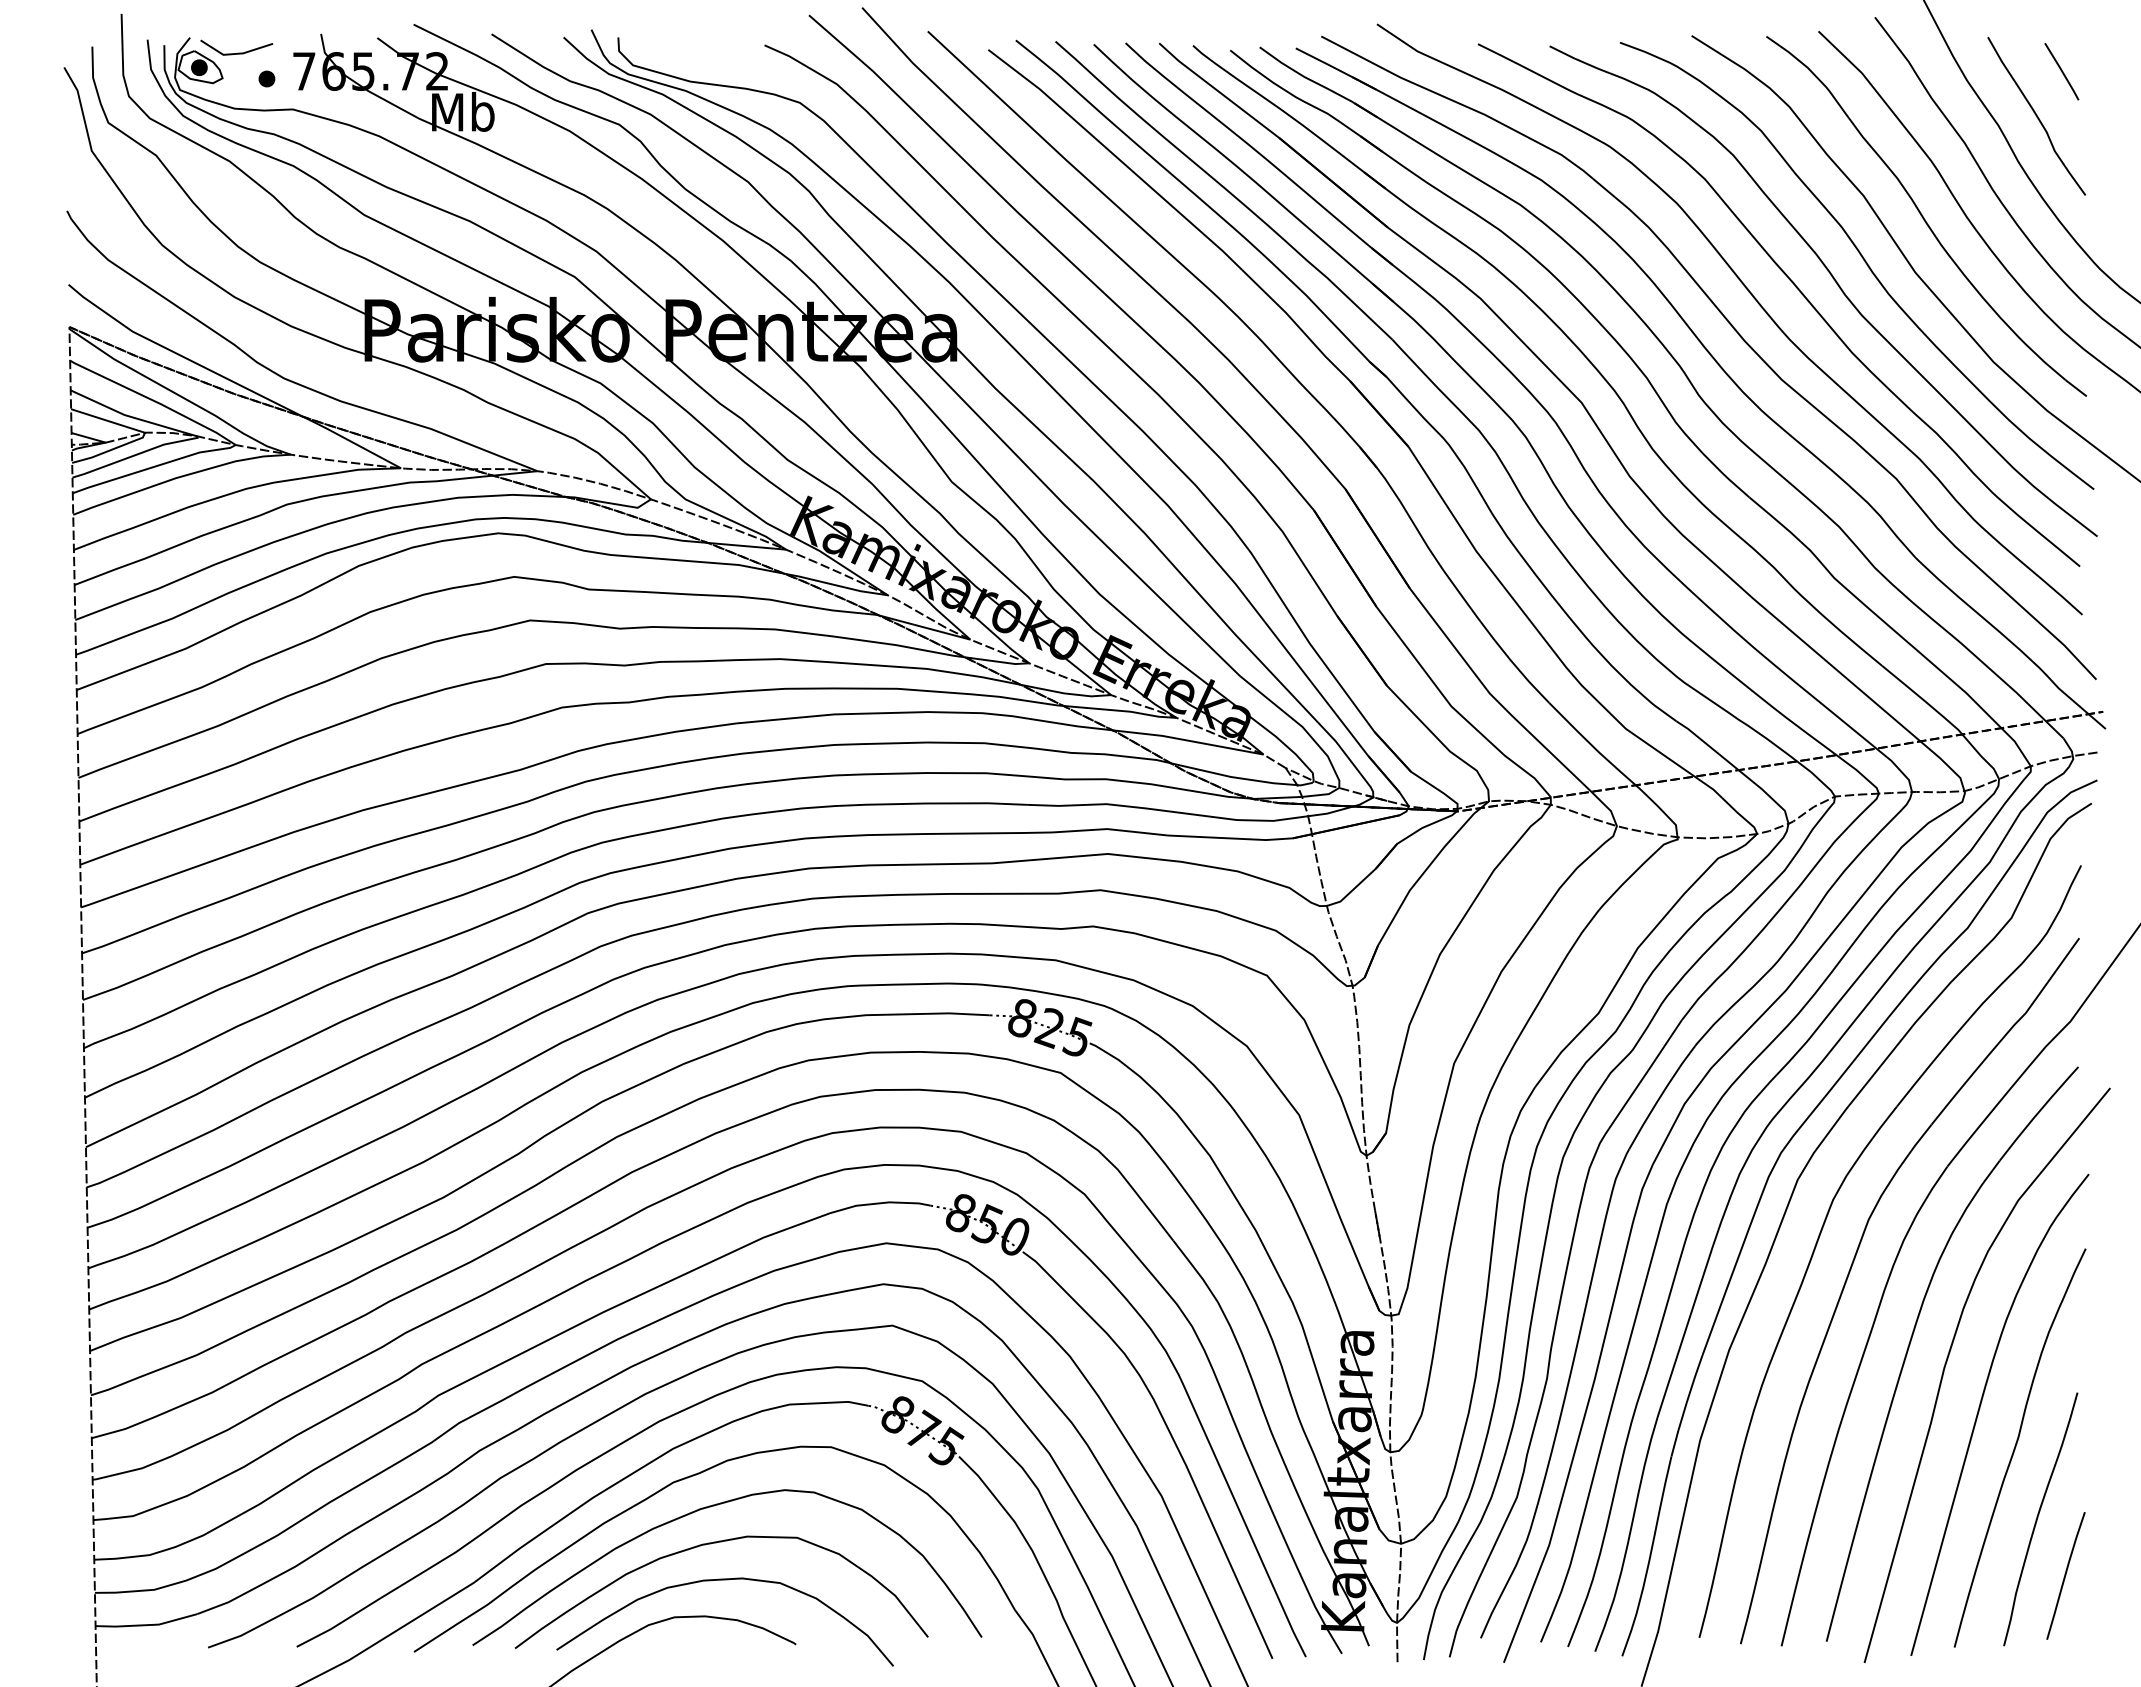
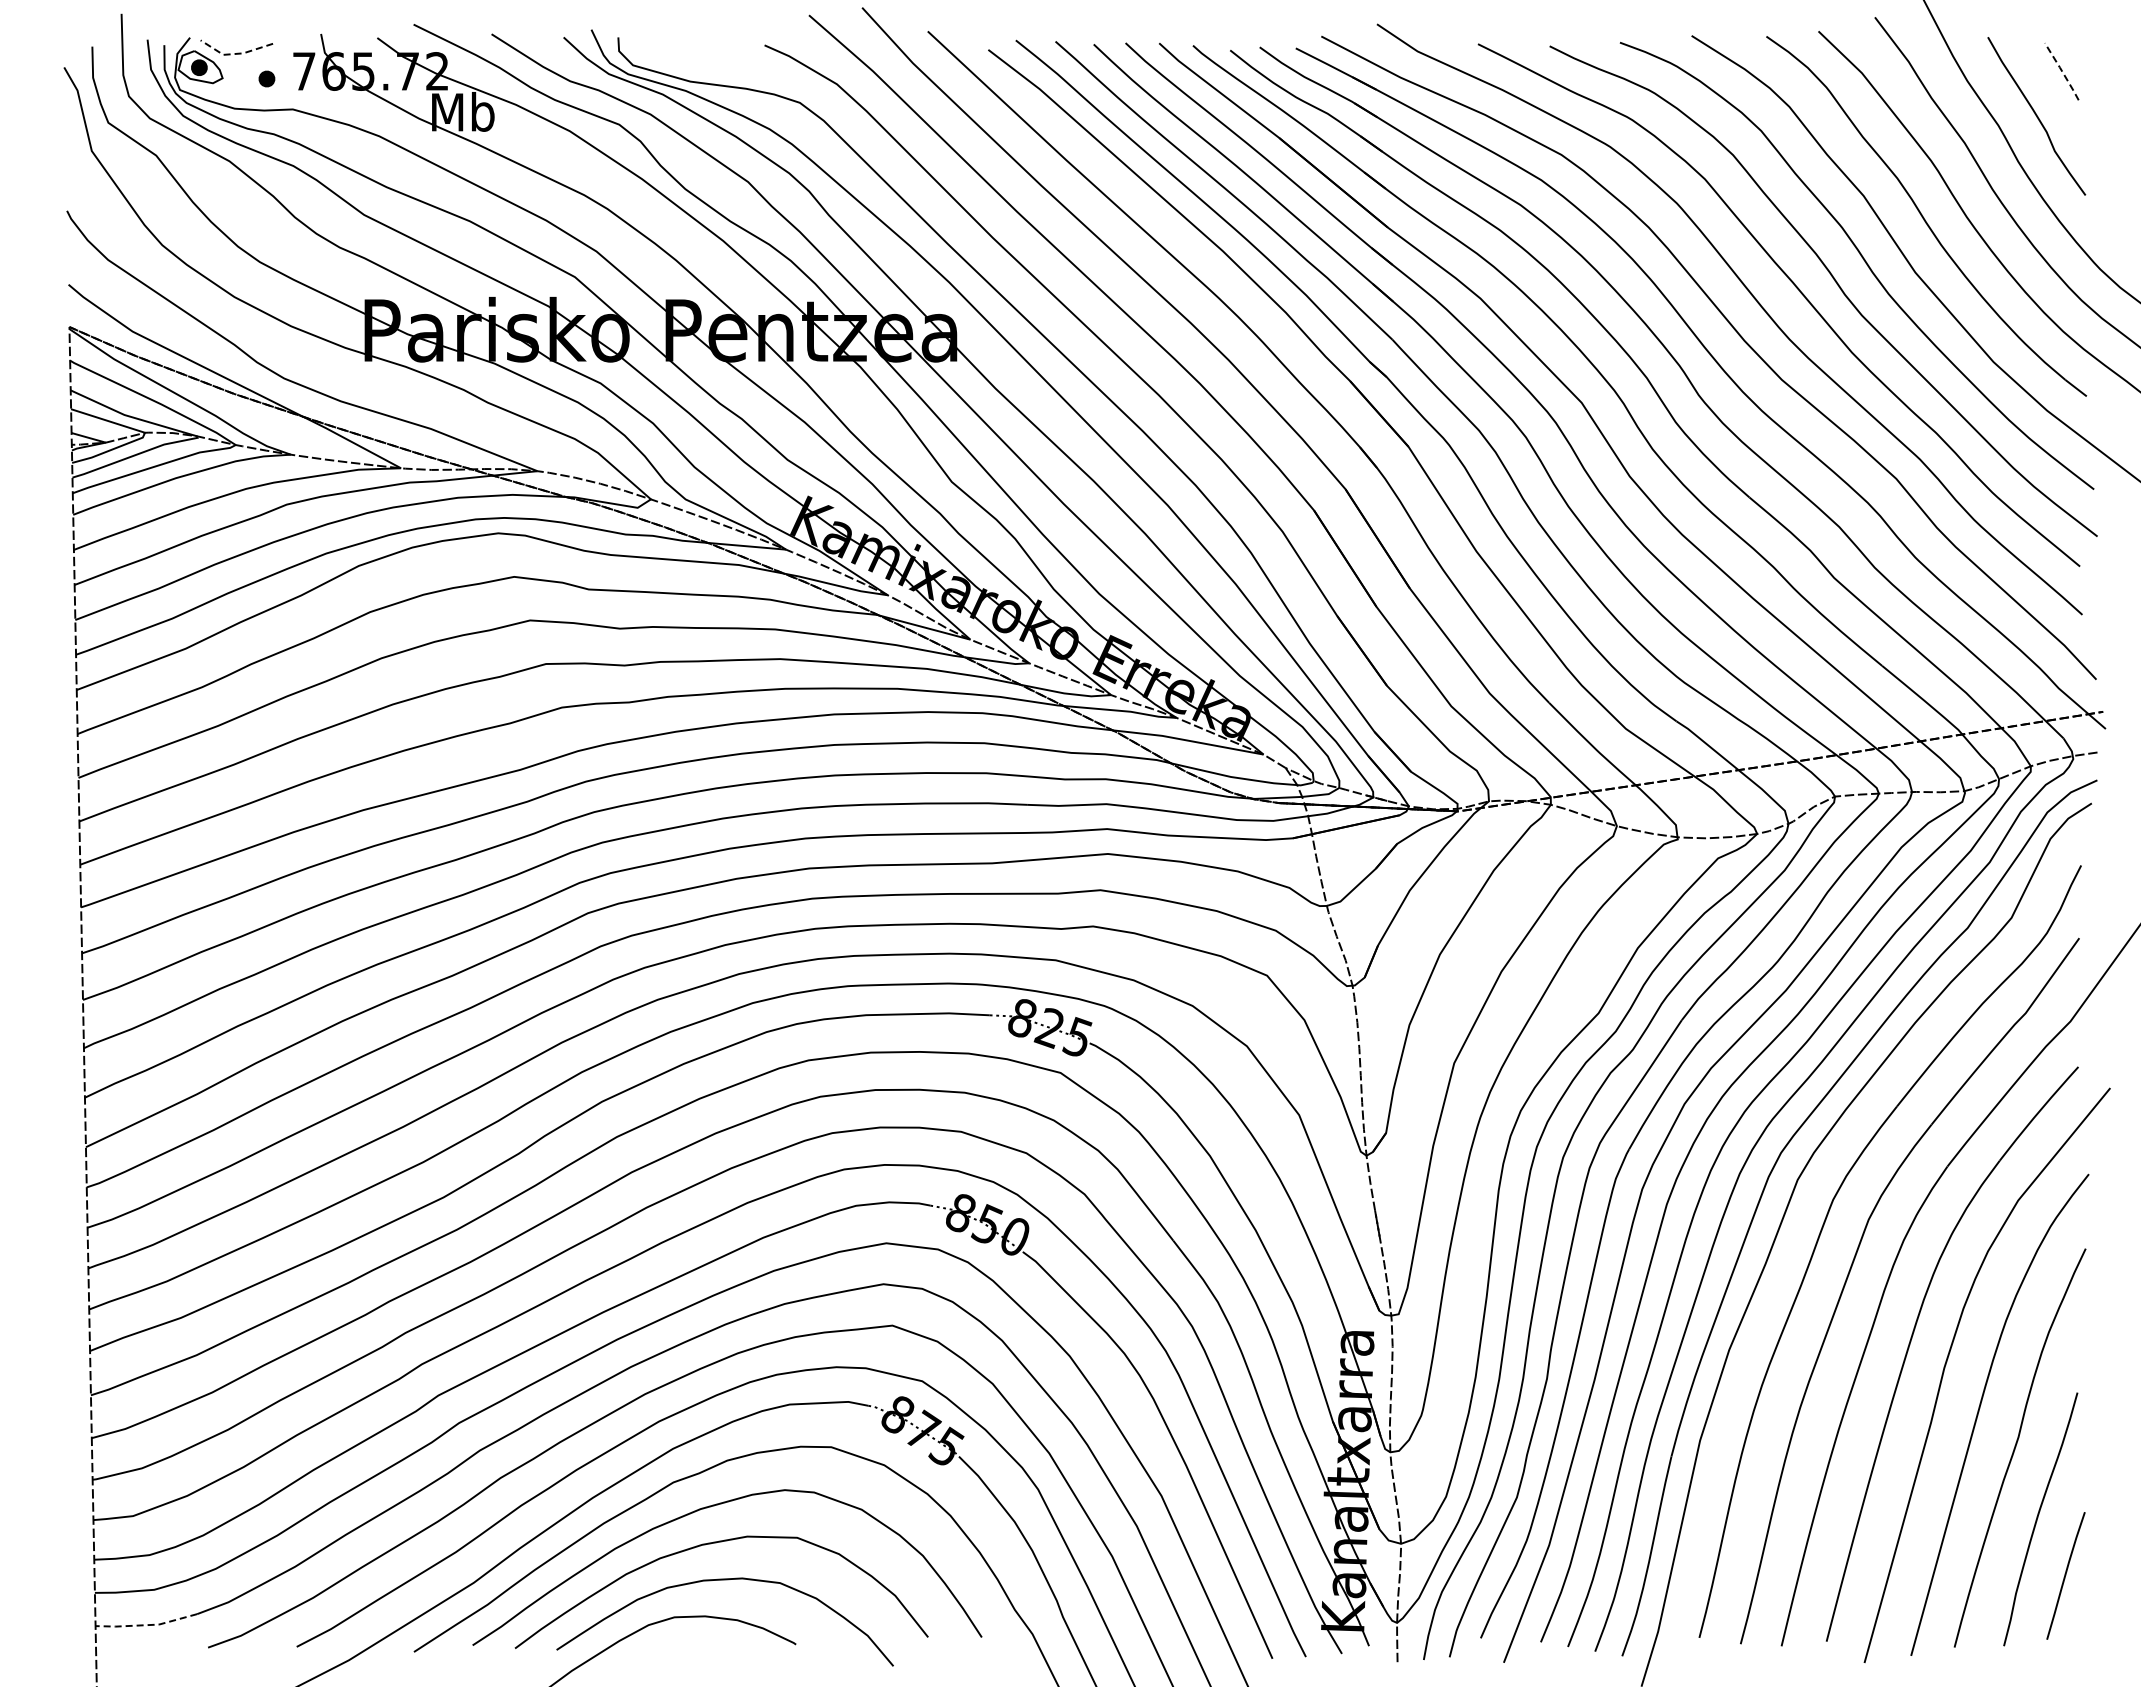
line at (235, 53): solid -> dashed
line at (2061, 70): solid -> dashed
line at (146, 1625): solid -> dashed
